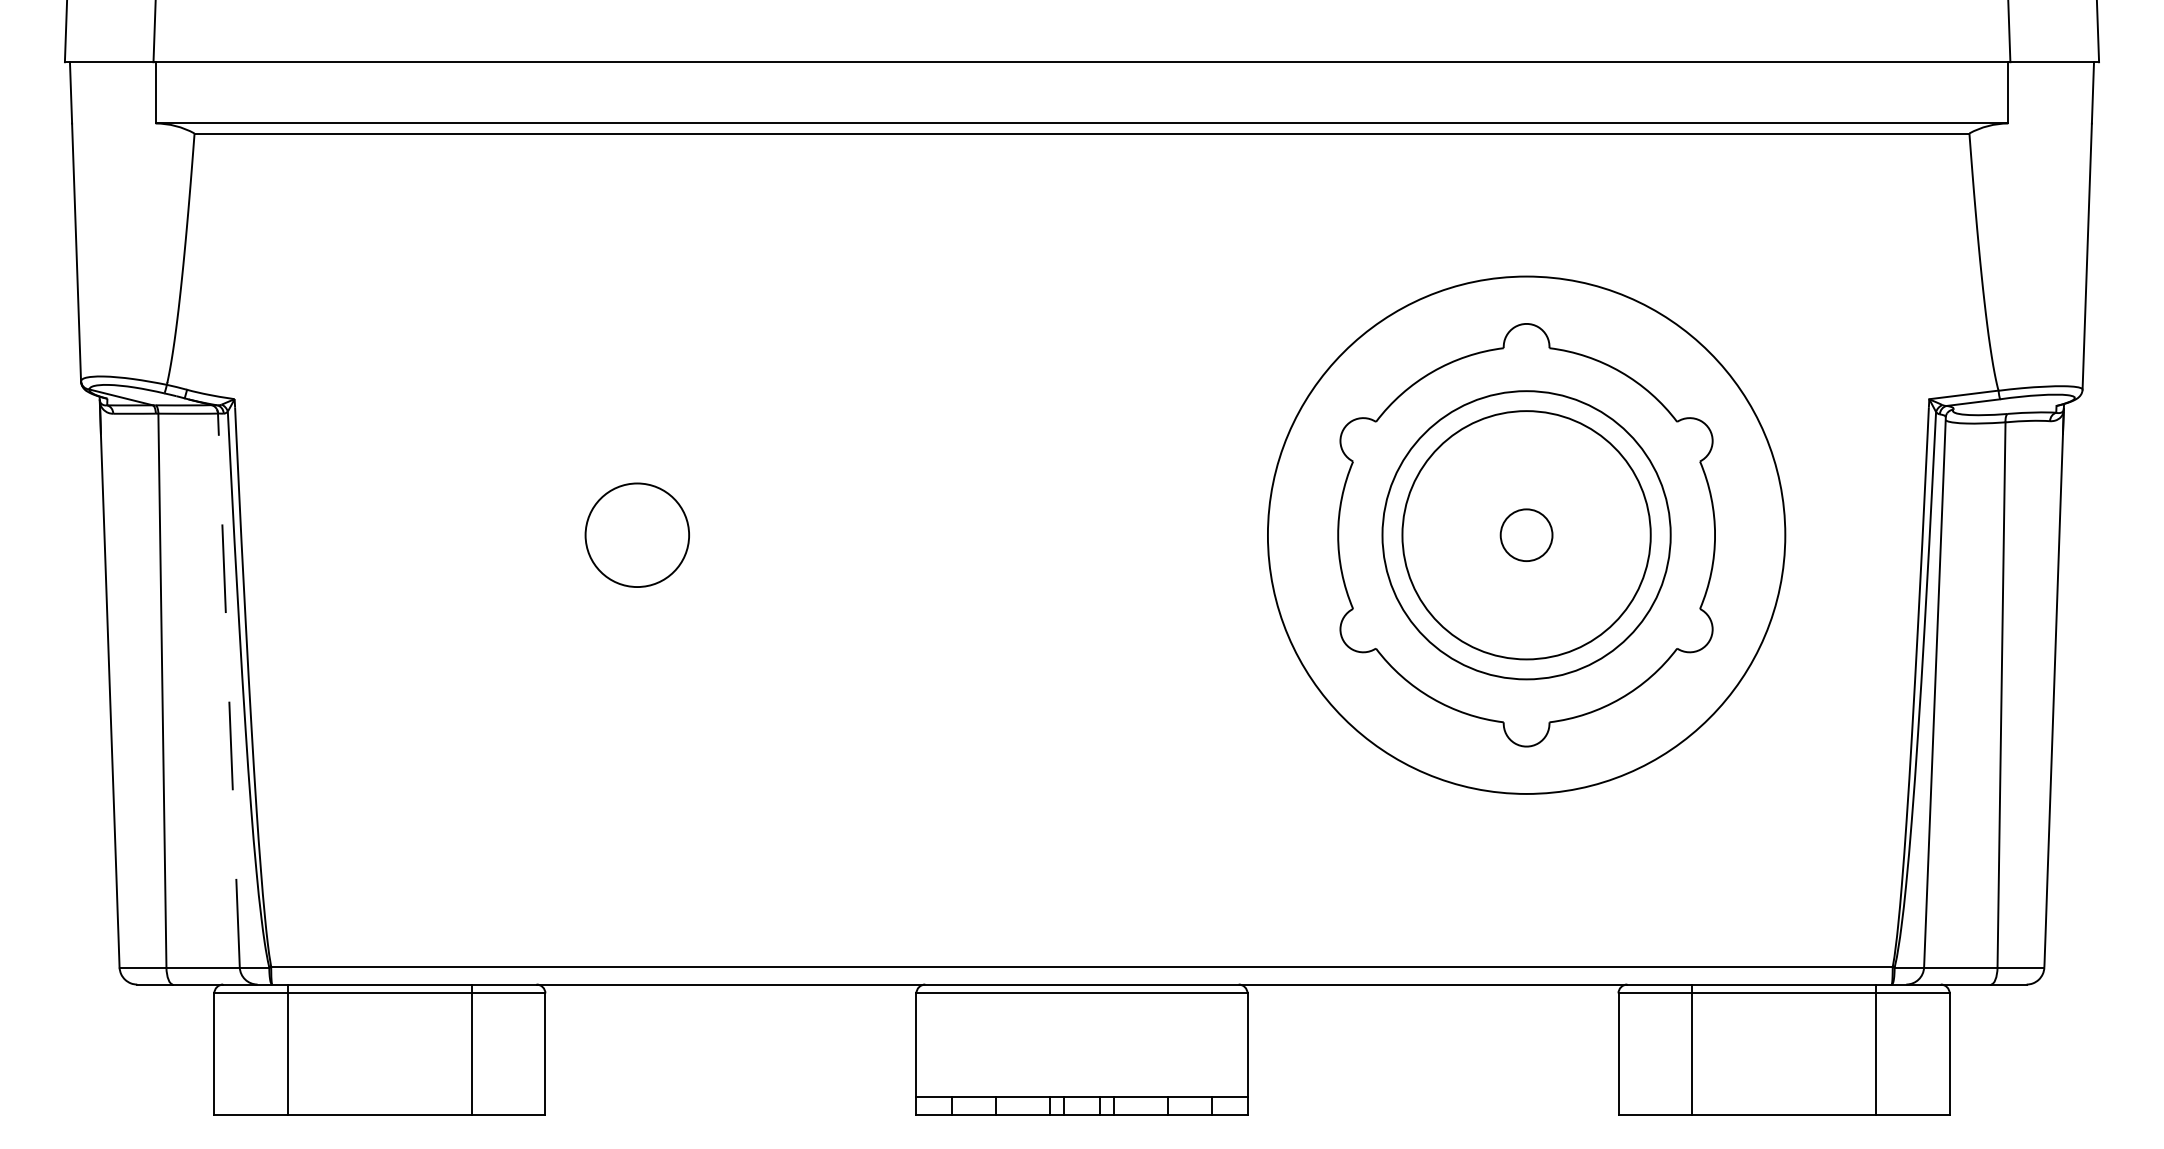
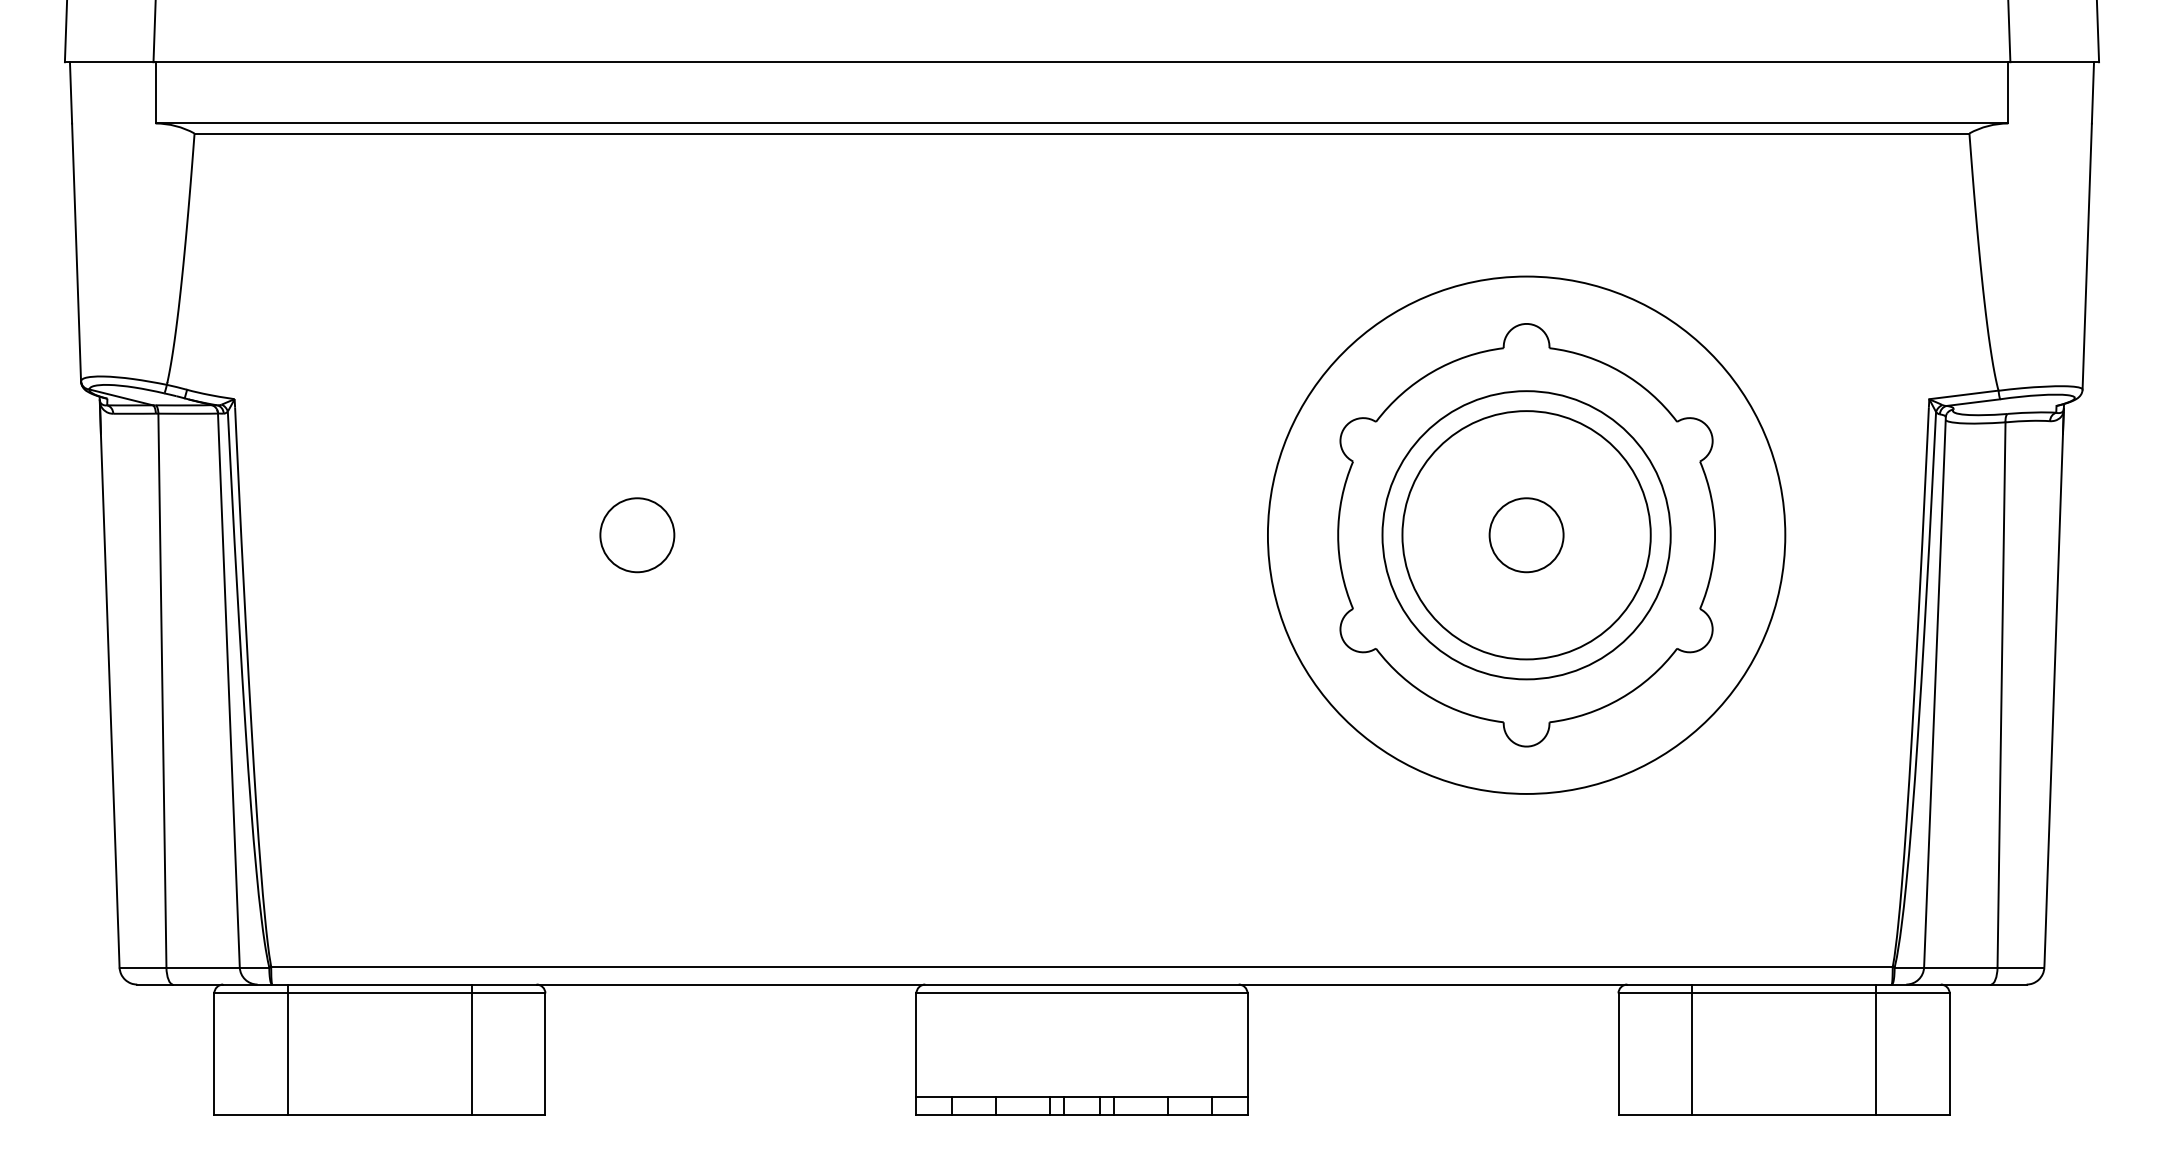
circle at (637, 535) diameter: 104 px -> 74 px
circle at (1526, 535) diameter: 52 px -> 74 px
line at (228, 689): dashed -> solid
